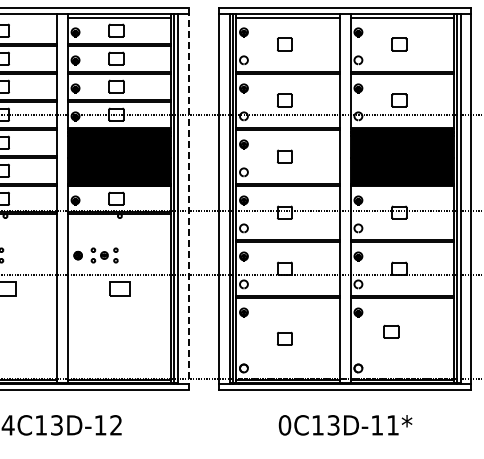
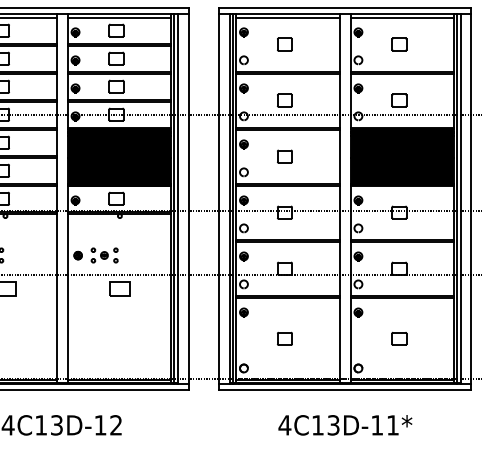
line at (29, 17): none -> present
line at (188, 198): dashed -> solid
part at (391, 331) position: (391, 331) -> (399, 338)
text at (284, 425): 0C13D-11* -> 4C13D-11*
